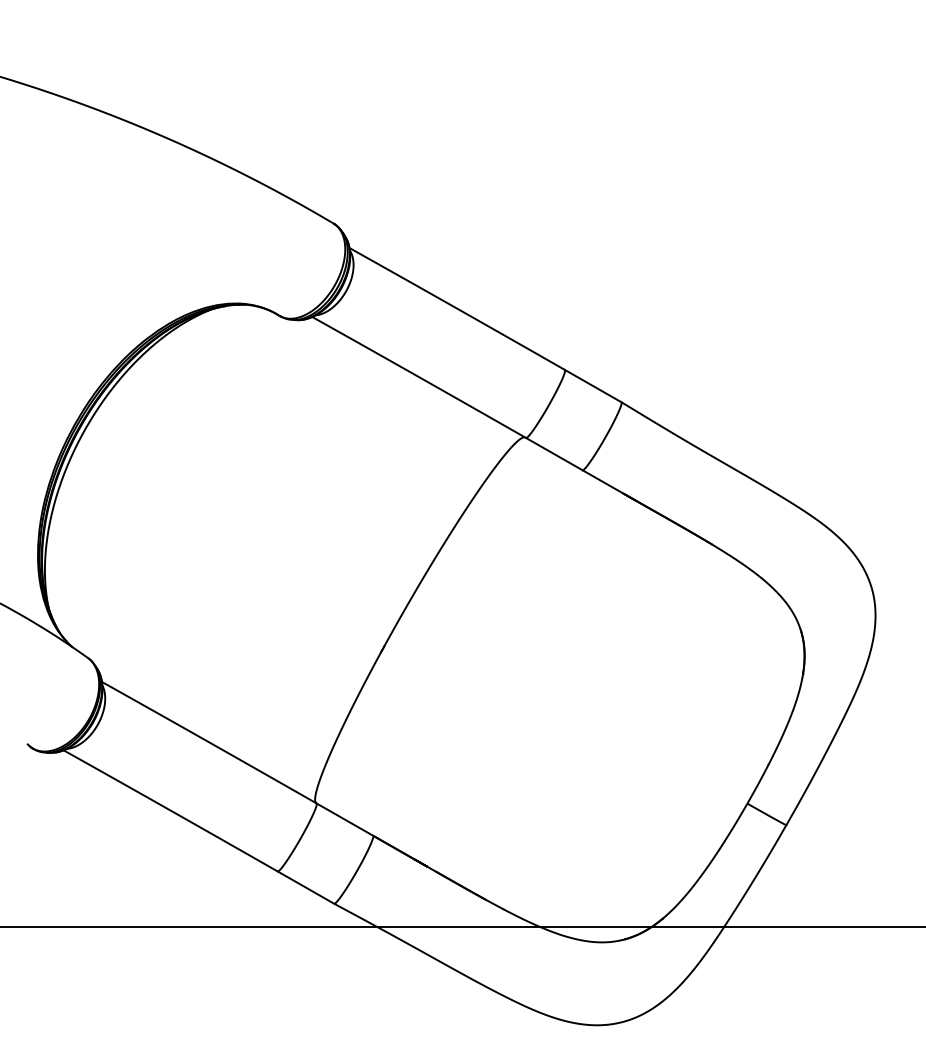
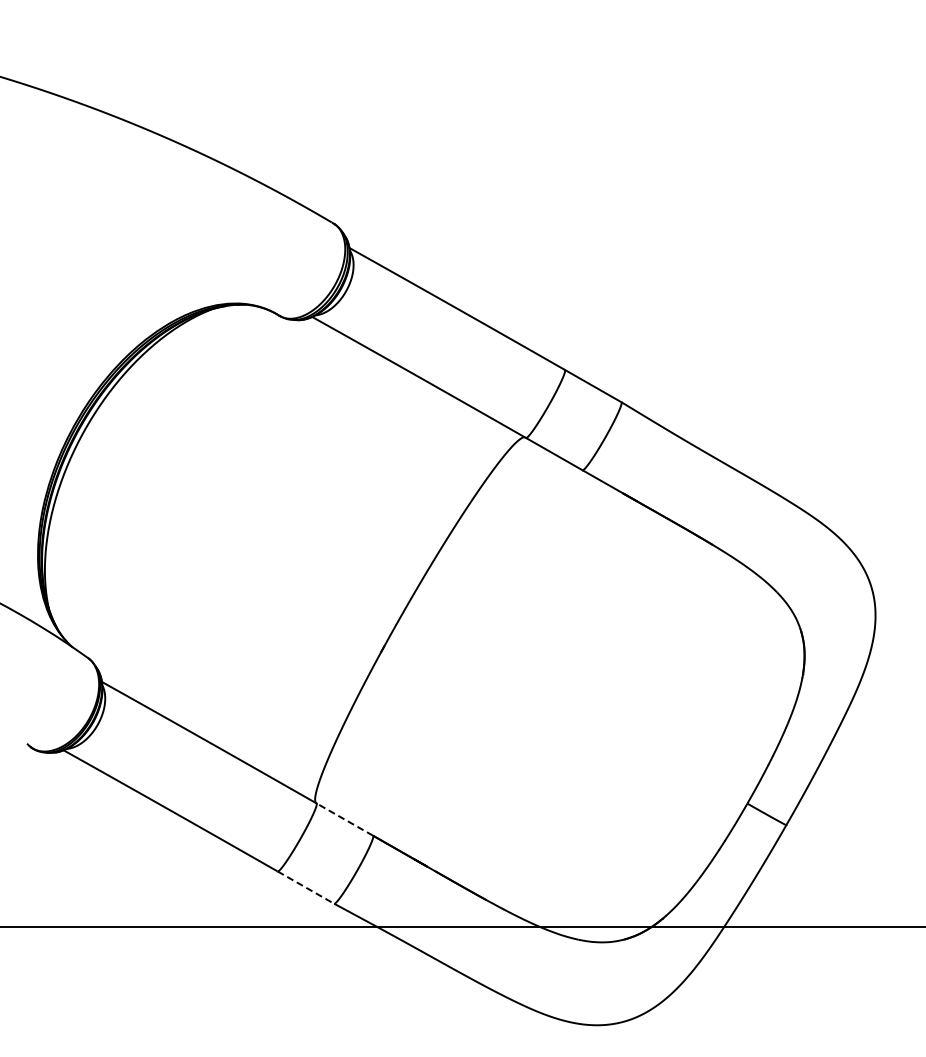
line at (344, 819): solid -> dashed
line at (305, 887): solid -> dashed
